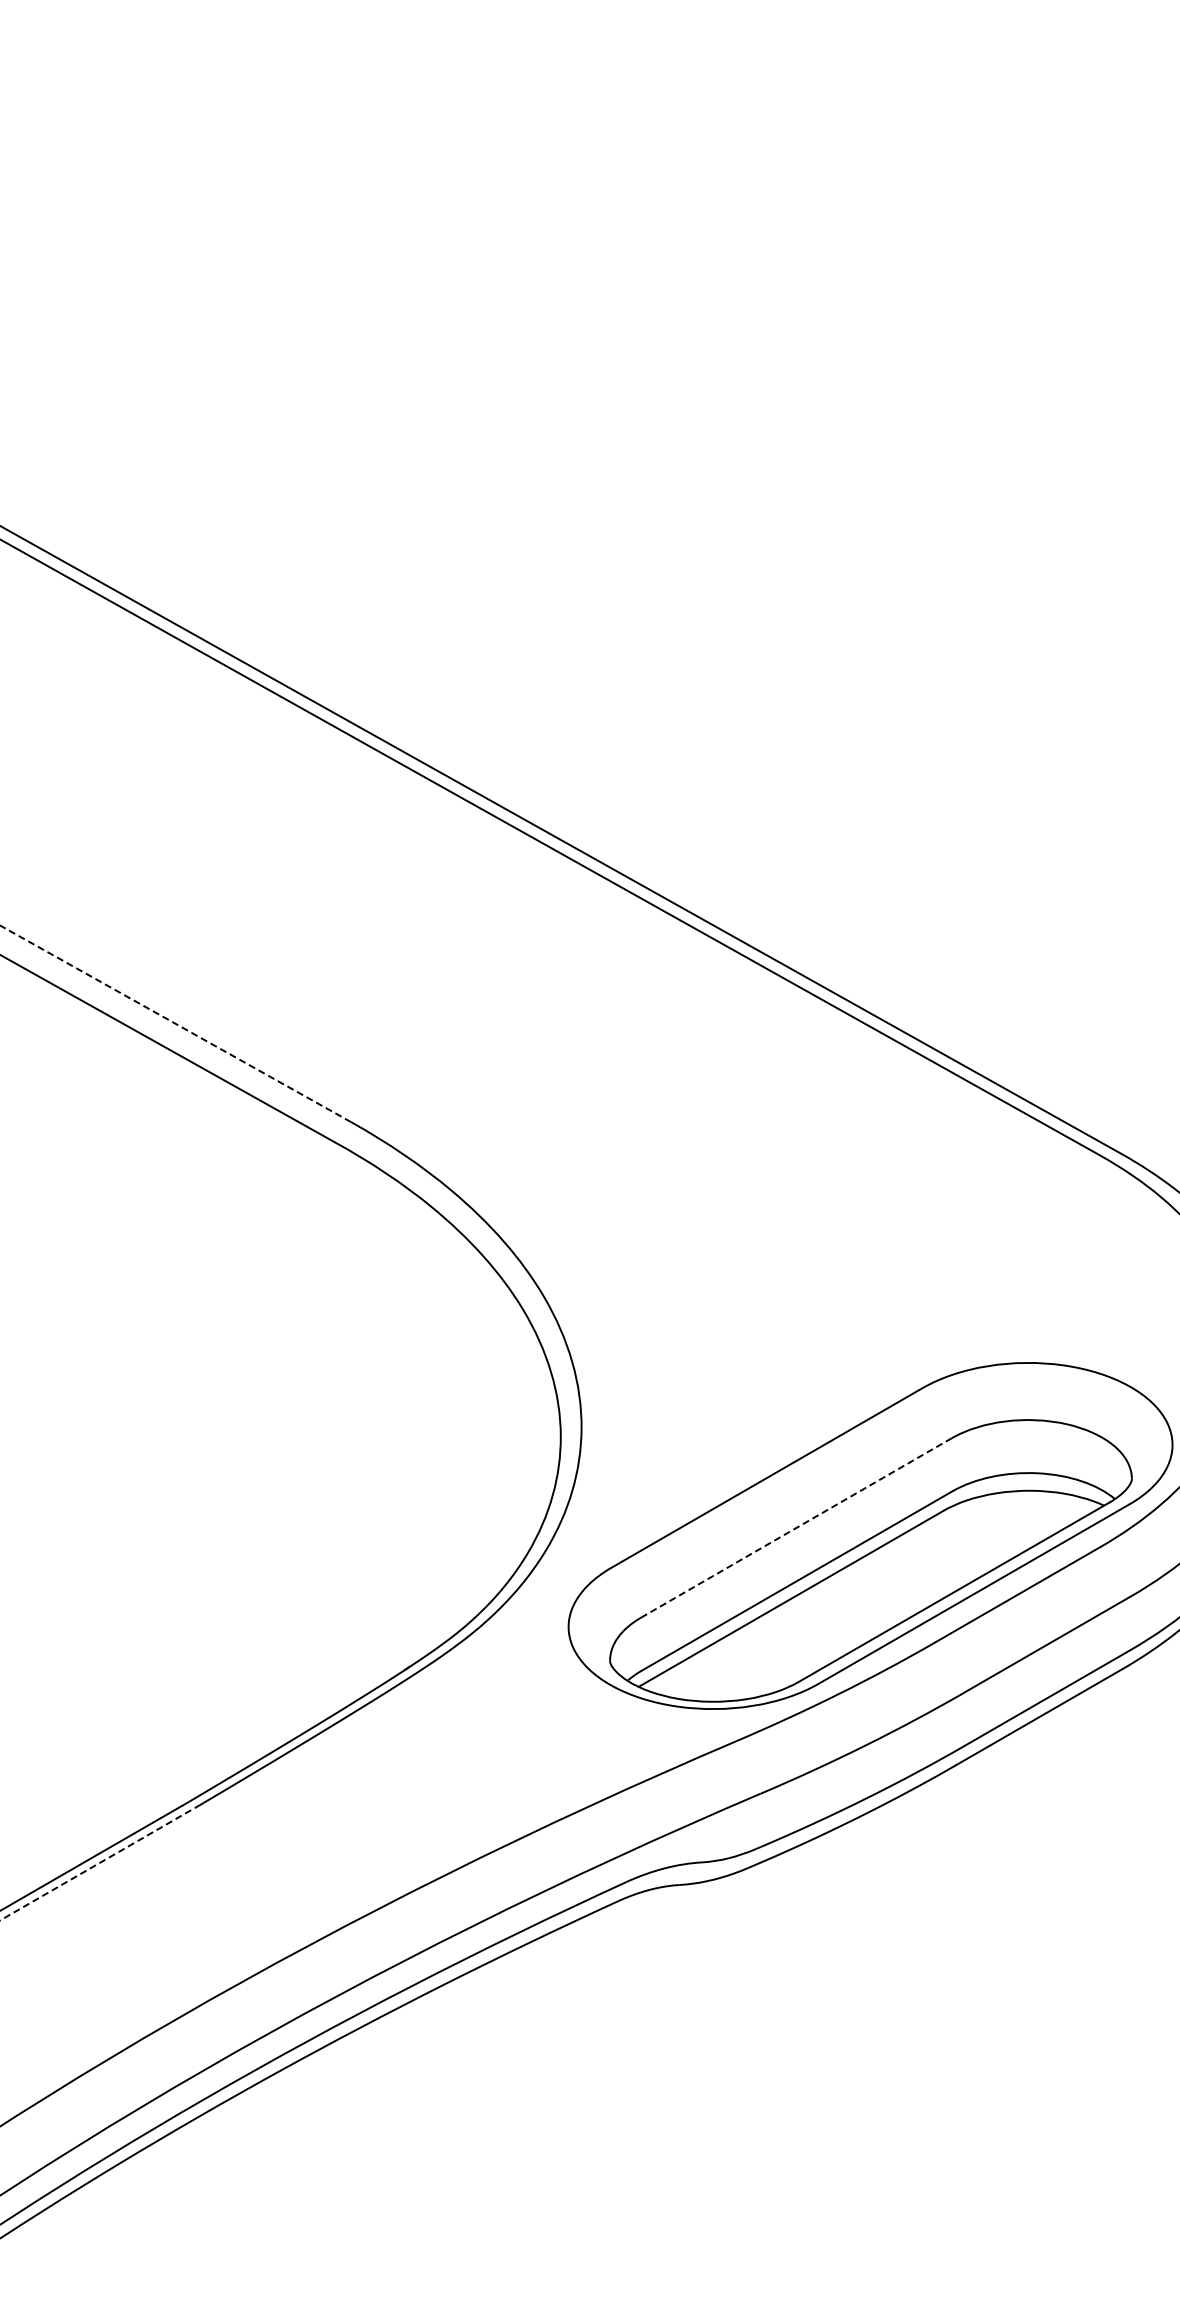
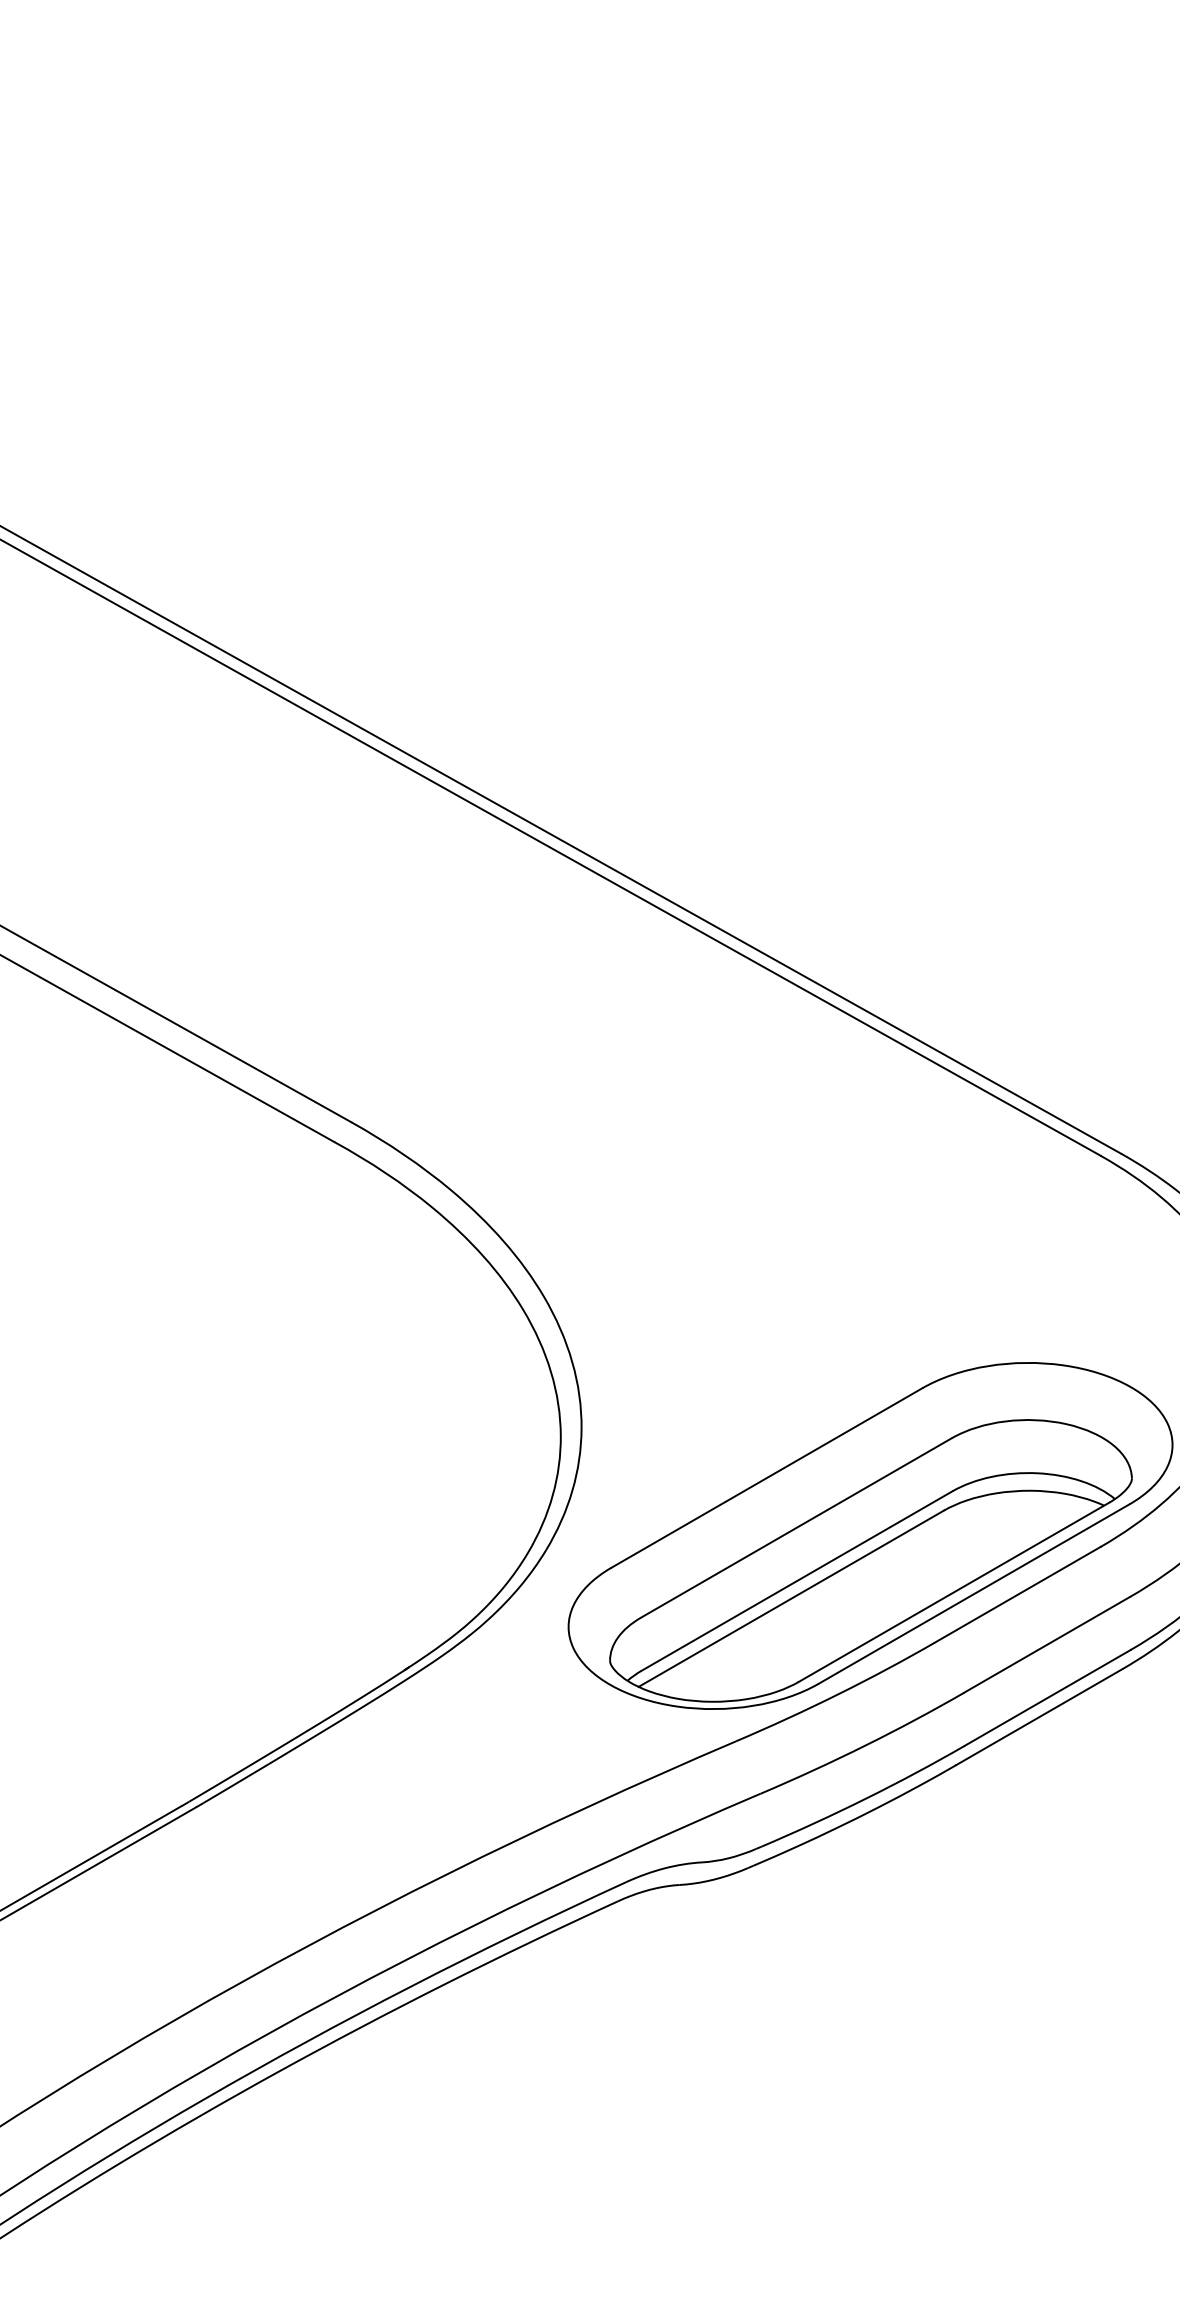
line at (175, 1023): dashed -> solid
line at (796, 1527): dashed -> solid
line at (98, 1863): dashed -> solid
